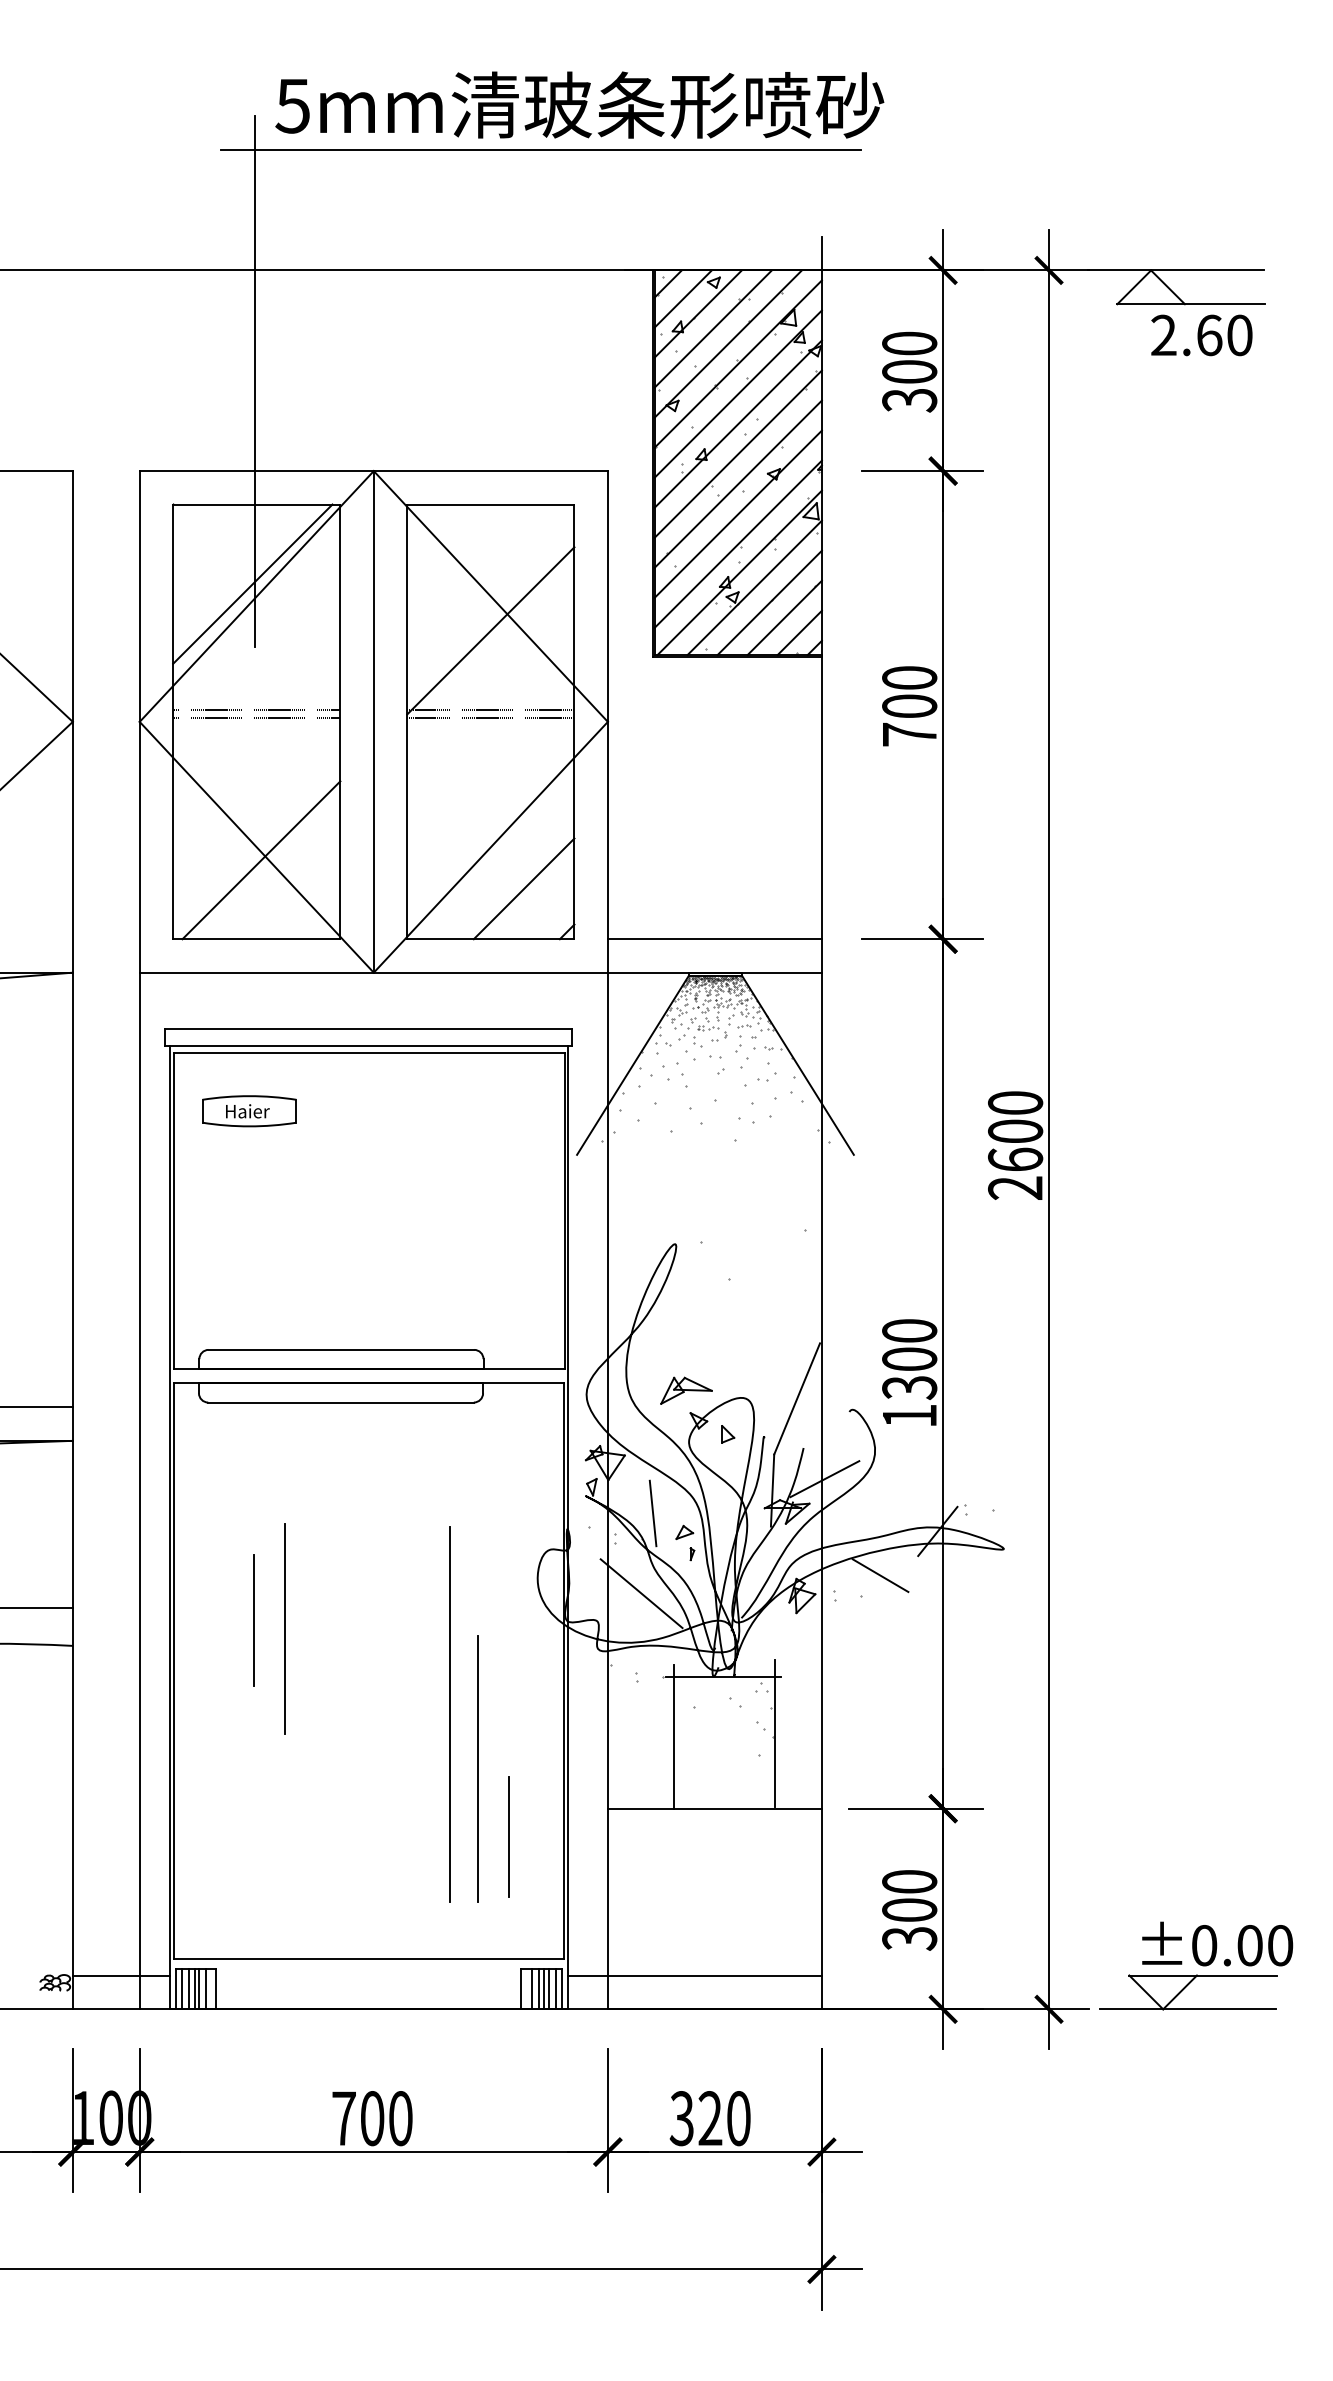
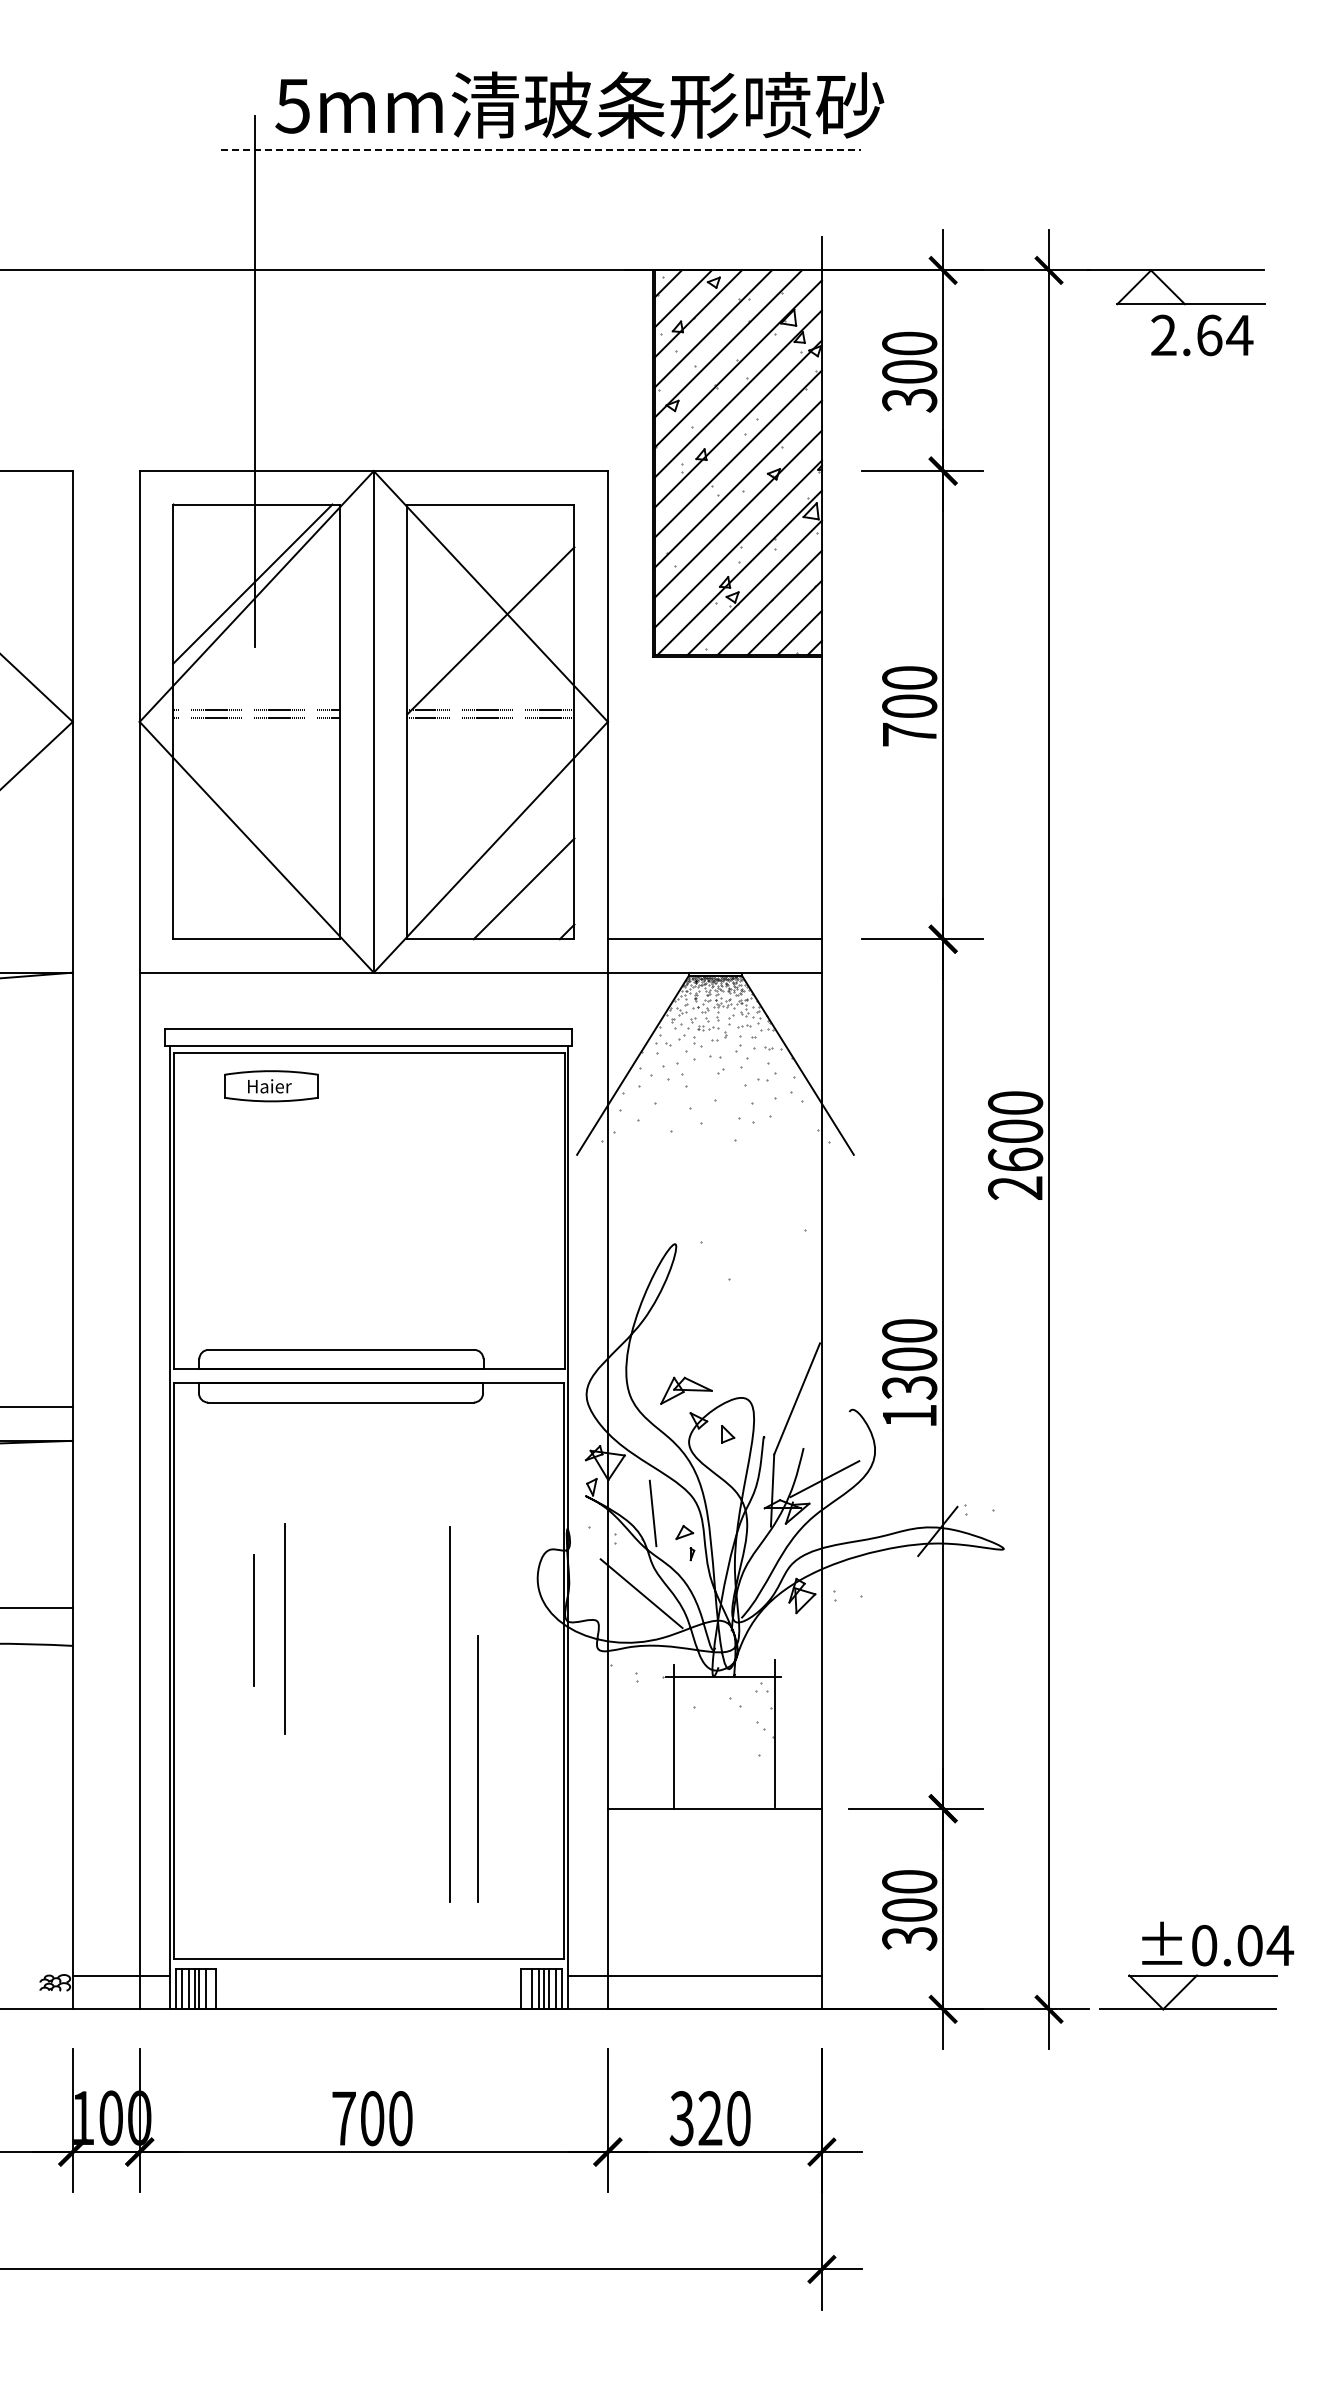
line at (541, 150): solid -> dashed
text at (1239, 335): 2.60 -> 2.64
line at (261, 860): present -> none
part at (249, 1111) position: (249, 1111) -> (271, 1086)
line at (880, 1575): present -> none
line at (508, 1836): present -> none
text at (1280, 1945): ±0.00 -> ±0.04
